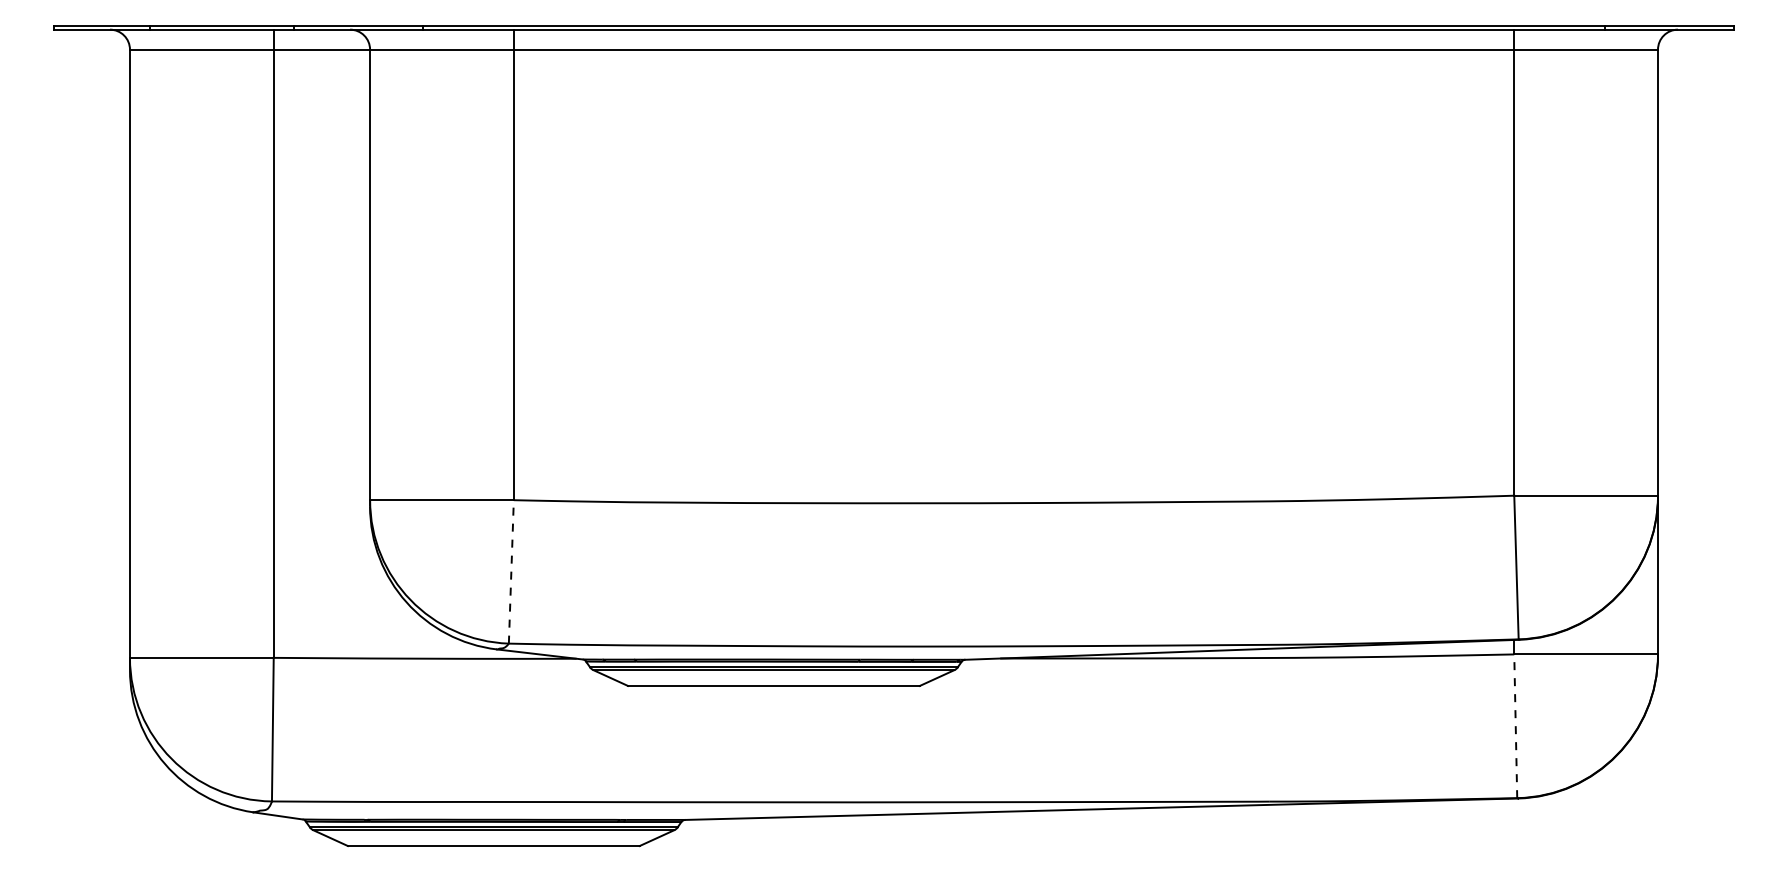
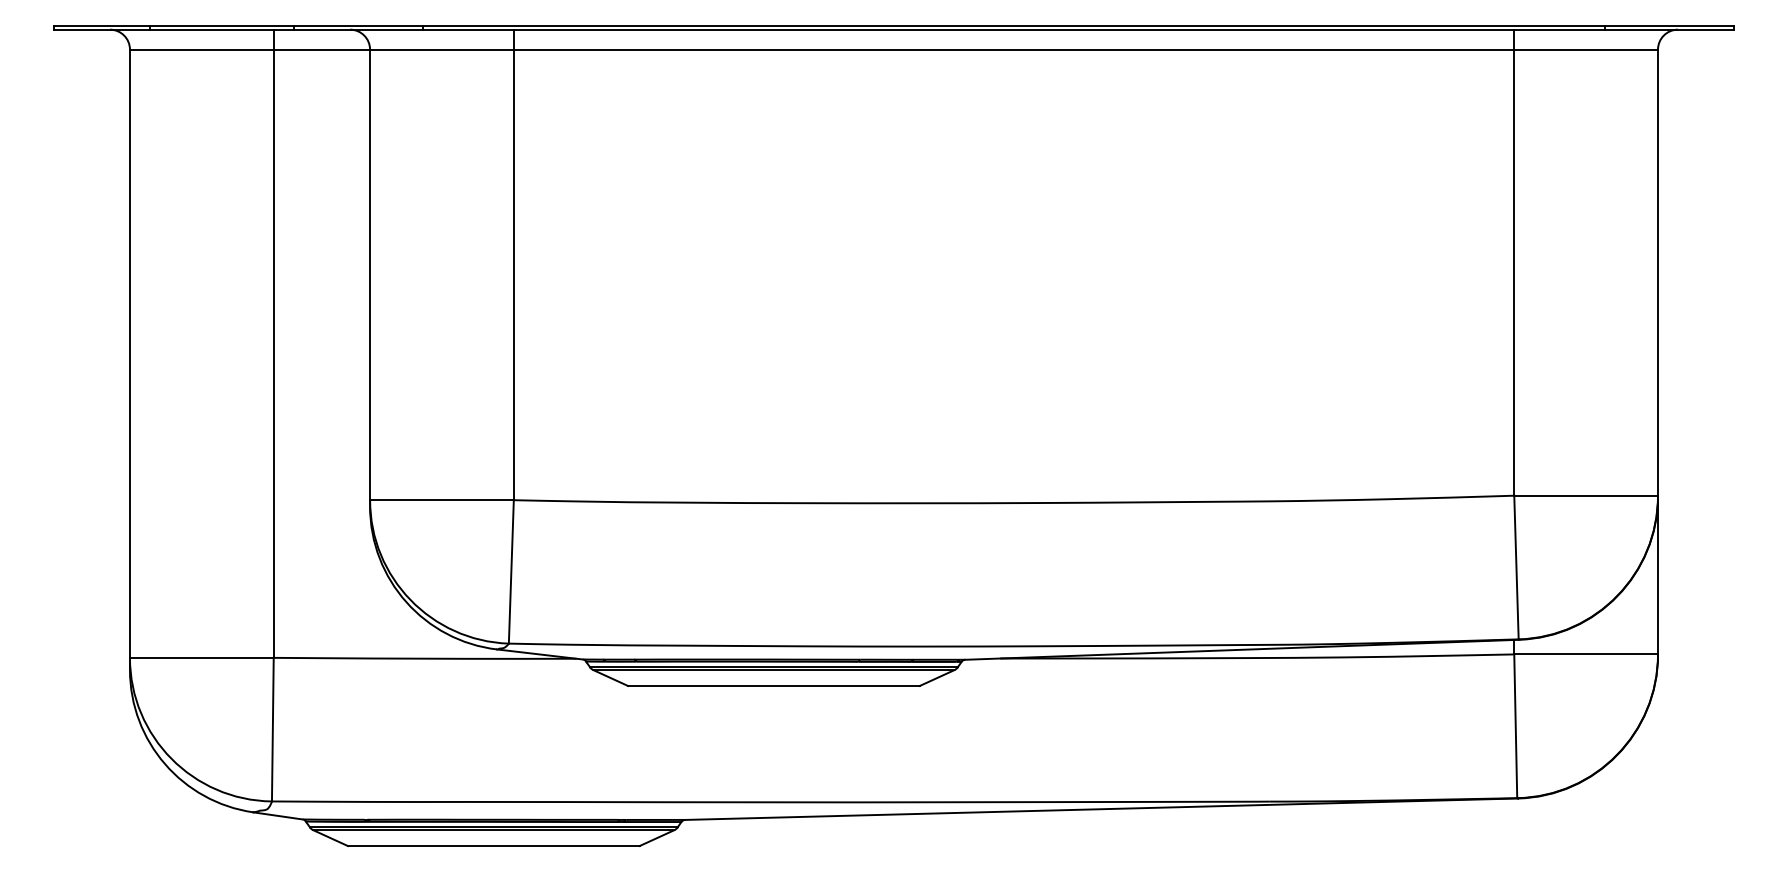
line at (511, 571): dashed -> solid
line at (1515, 726): dashed -> solid
